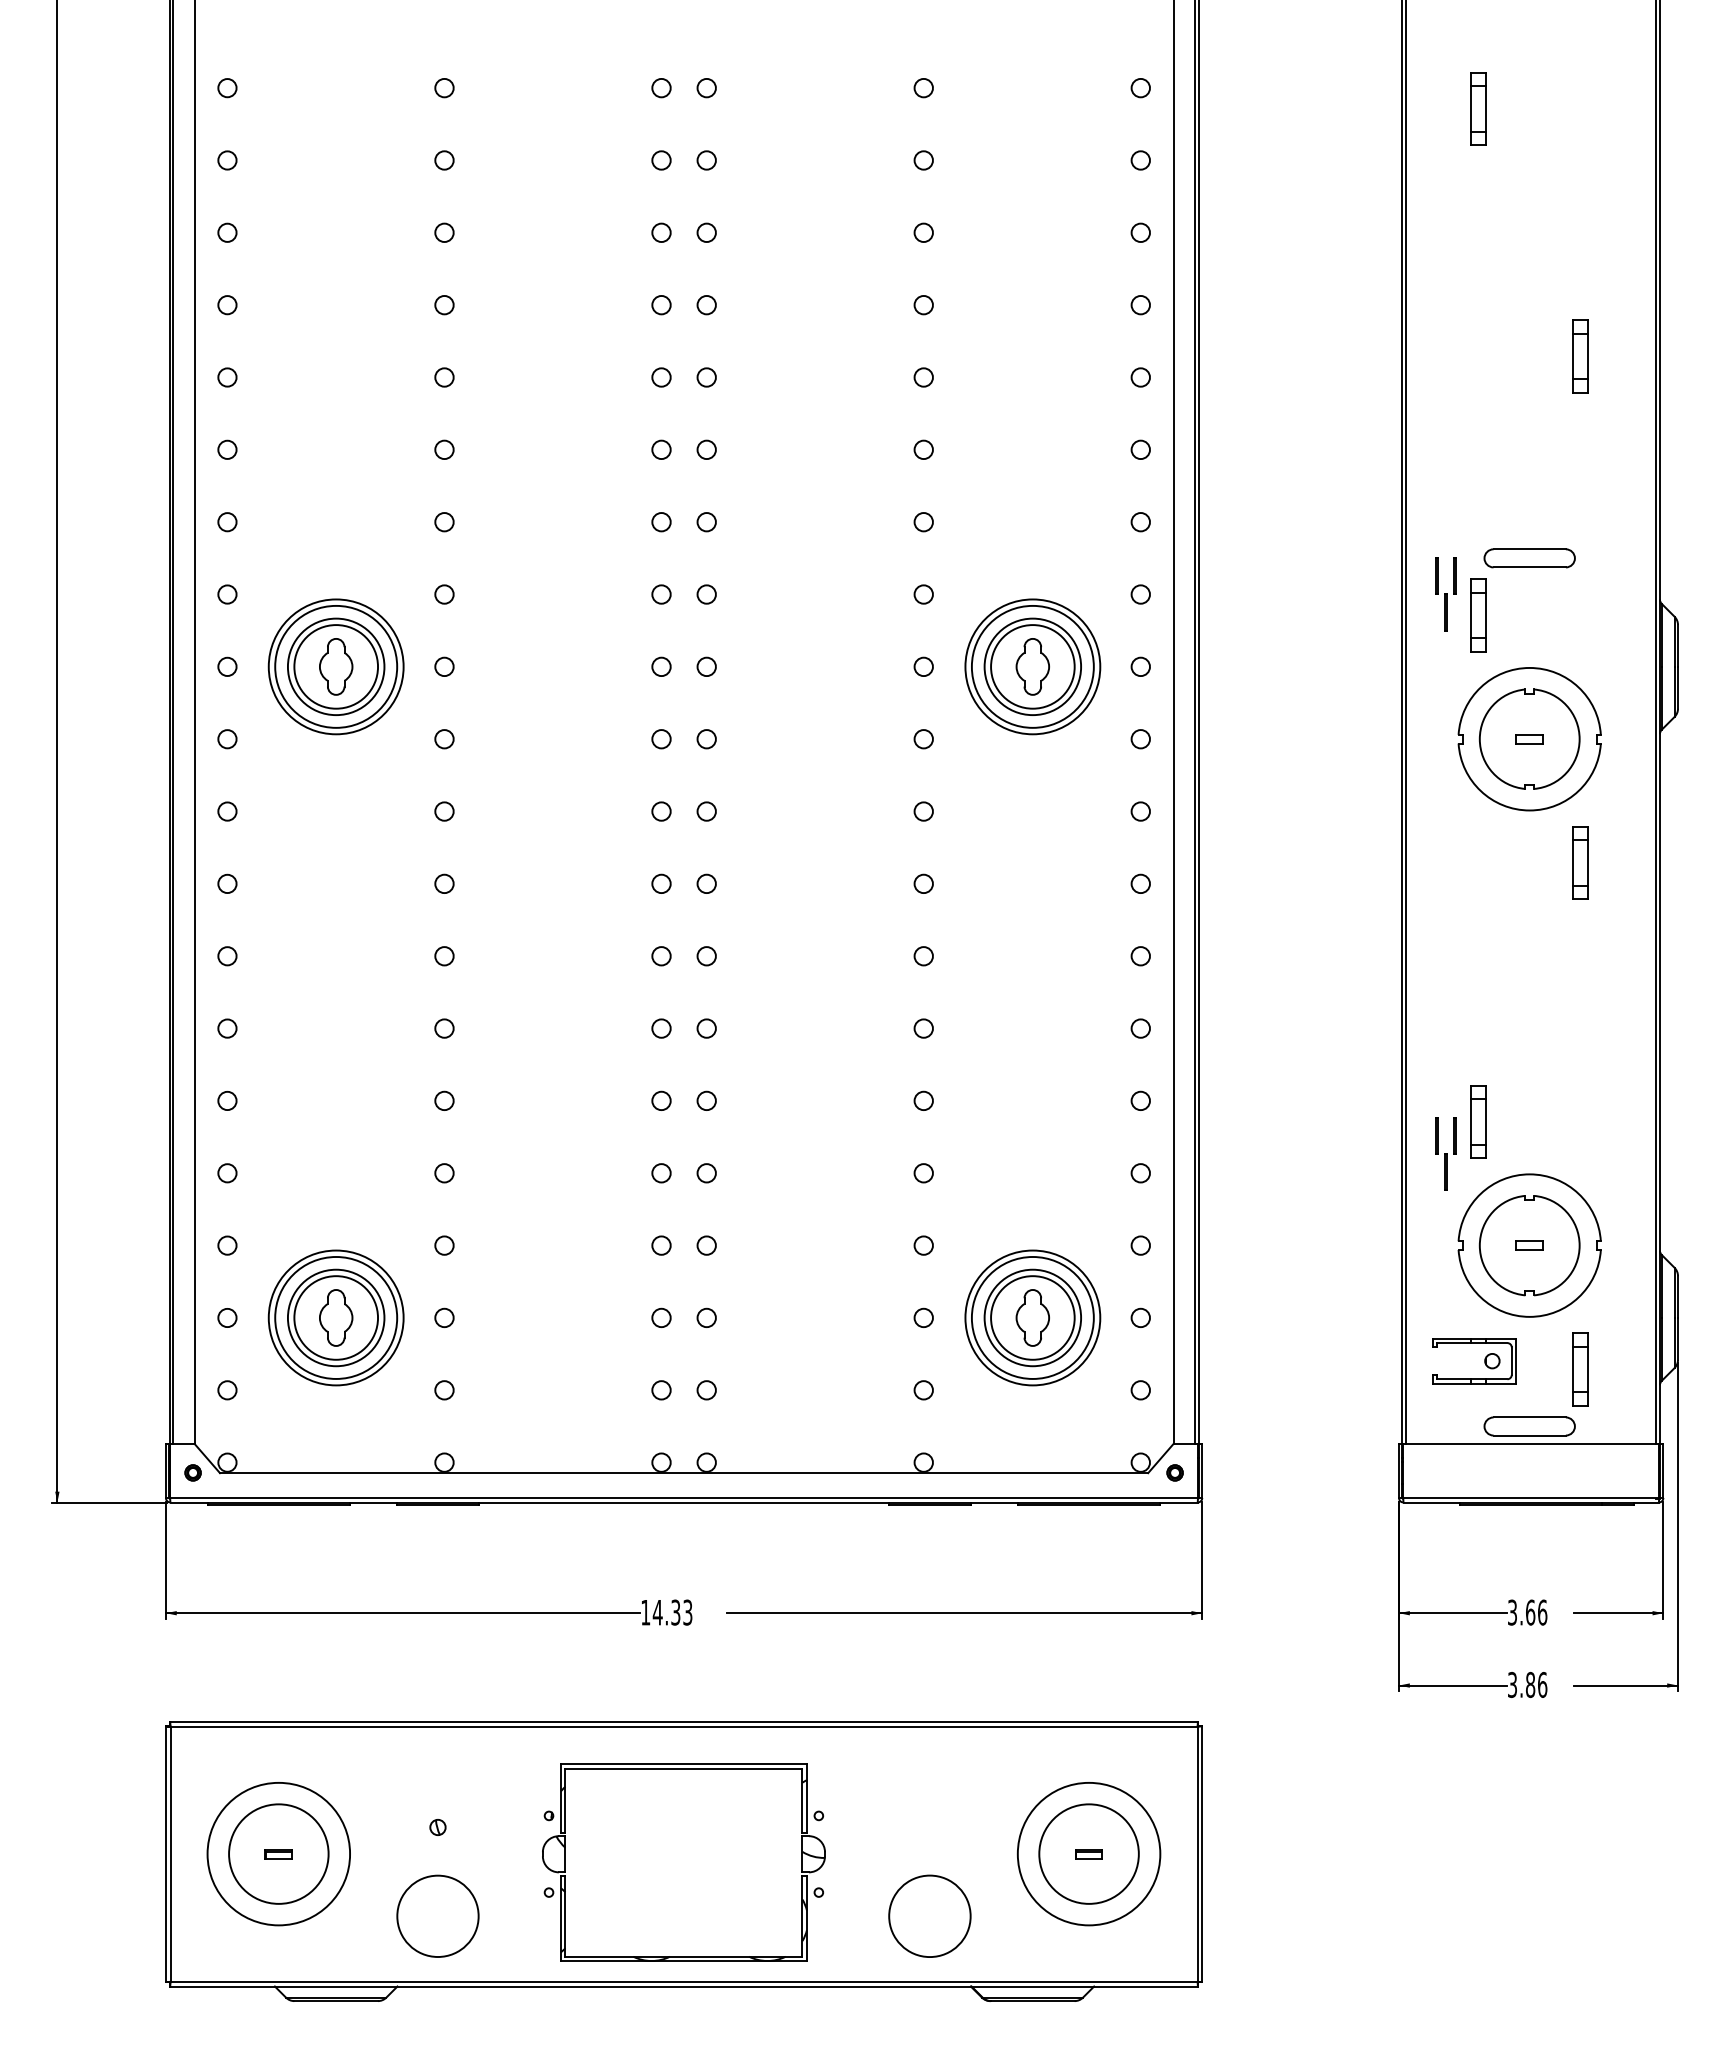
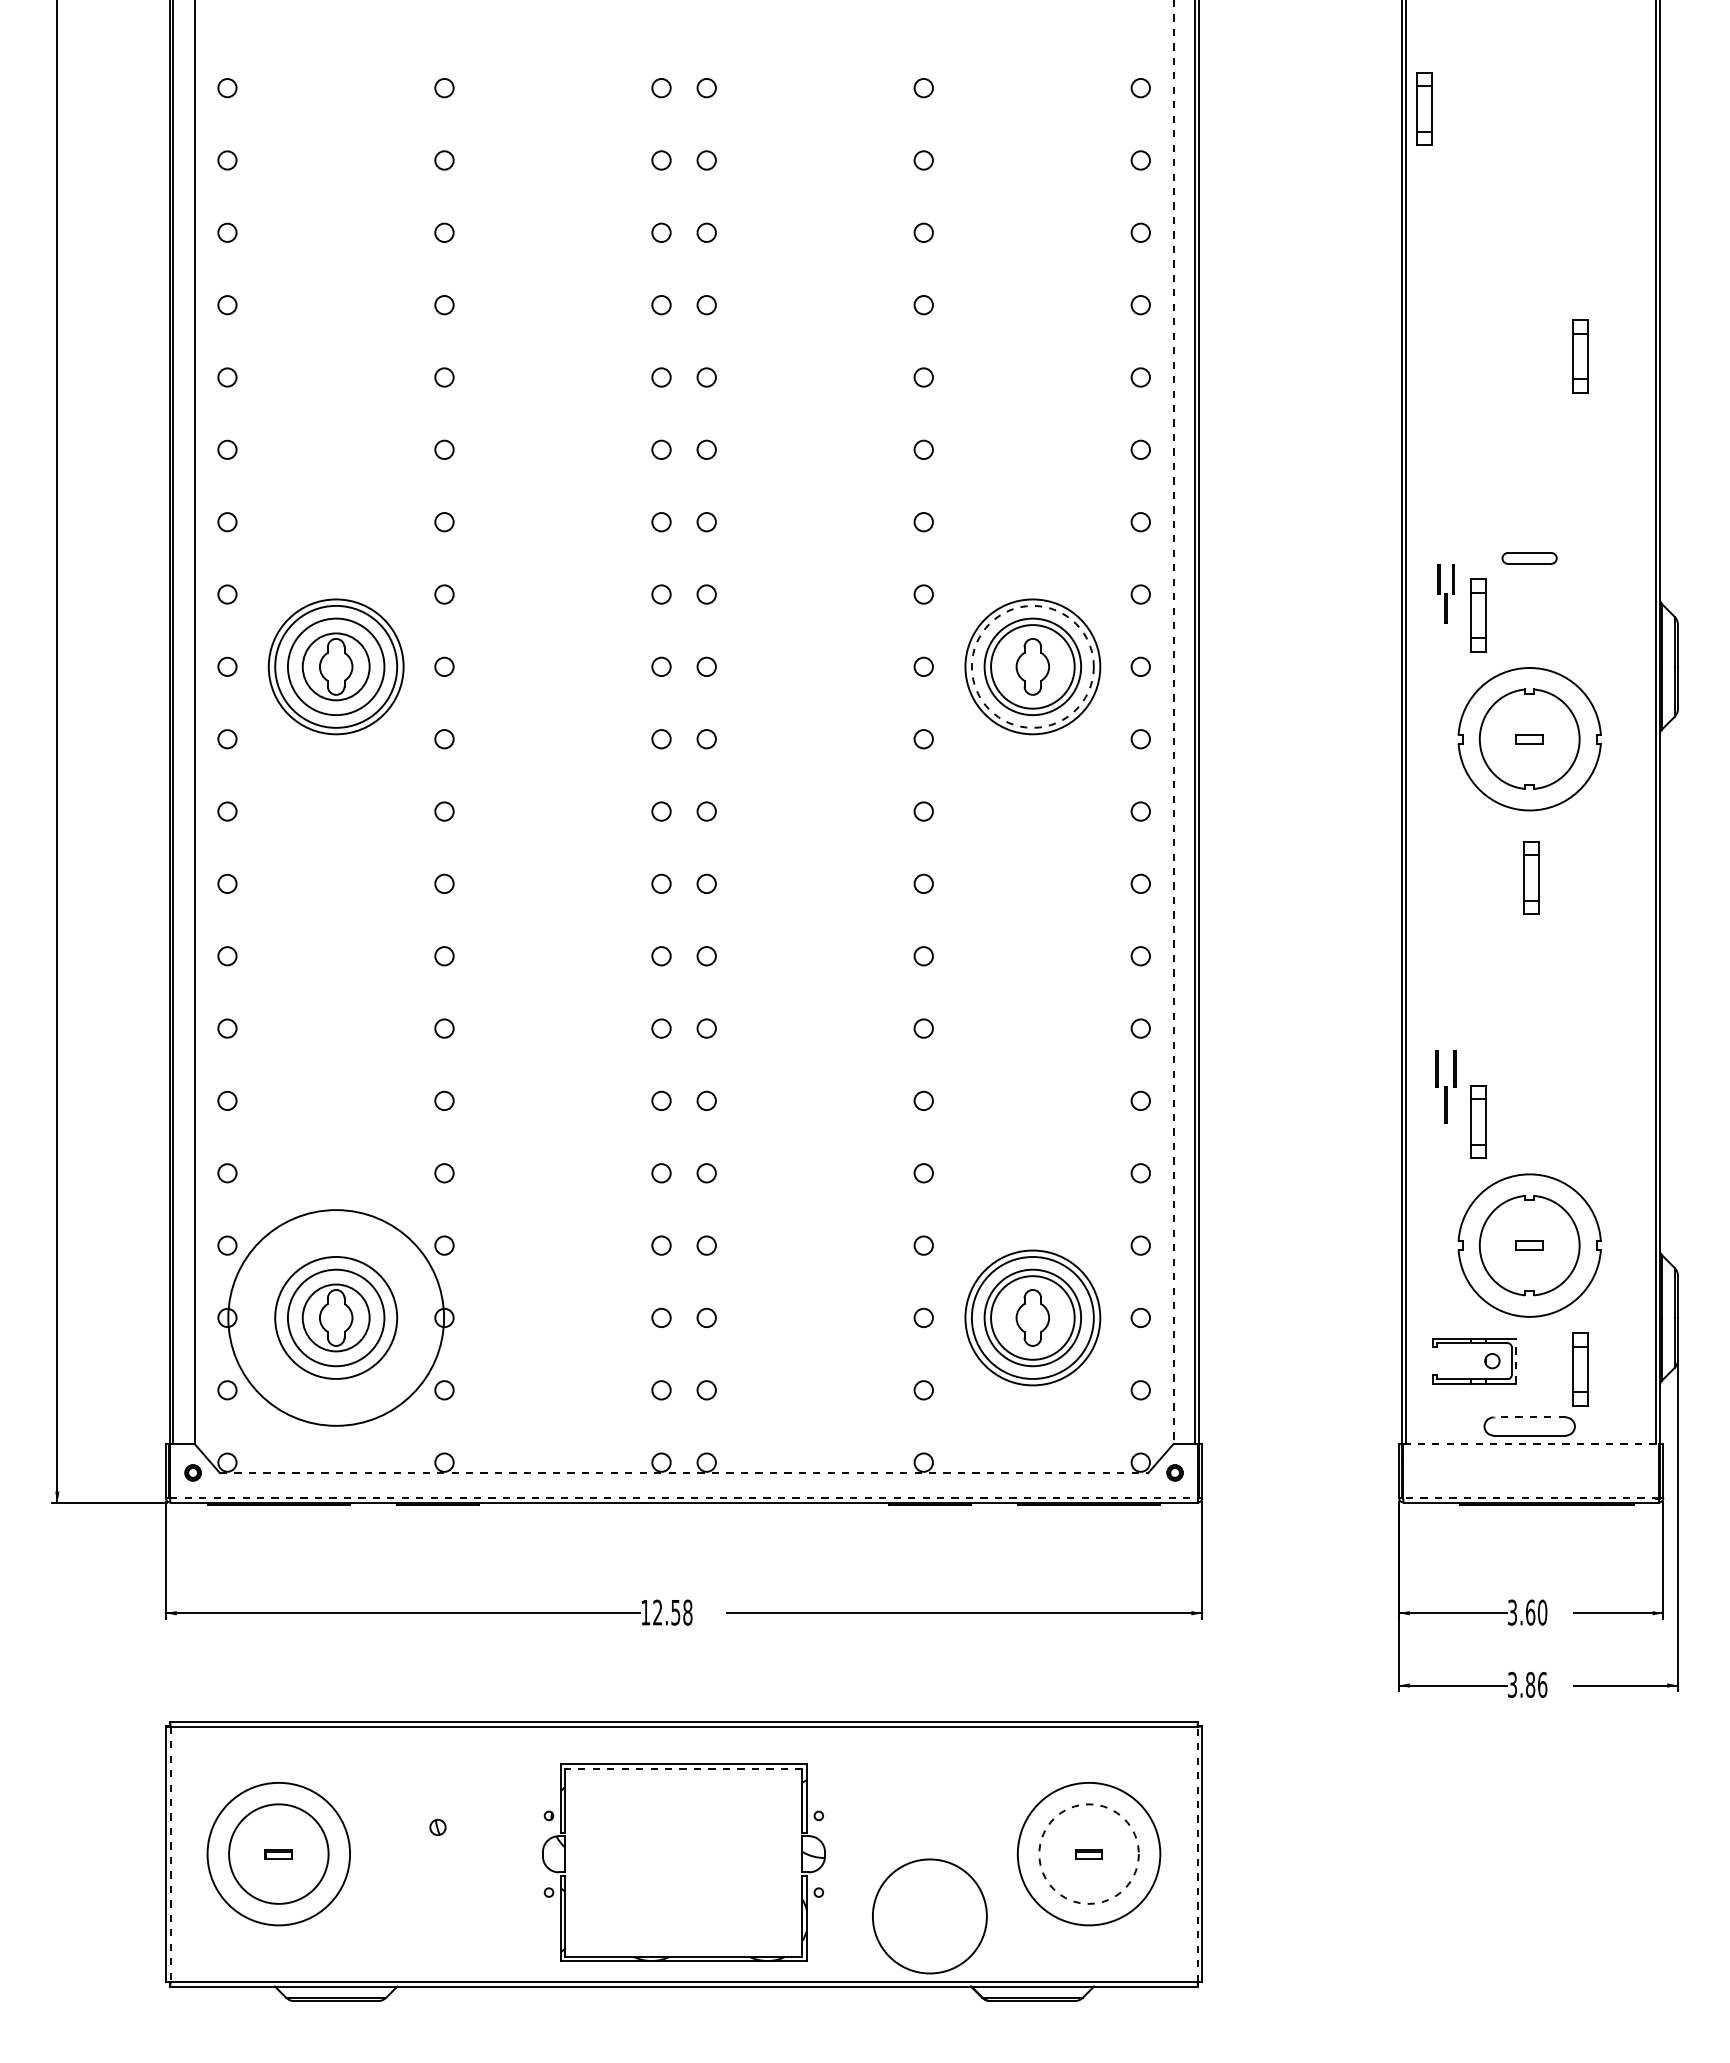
part at (1478, 108) position: (1478, 108) -> (1424, 108)
part at (1529, 558) size: 93x21 px -> 57x13 px
part at (1445, 594) size: 22x75 px -> 18x60 px
circle at (336, 666) diameter: 84 px -> 67 px
circle at (1032, 666): solid -> dashed
line at (1173, 722): solid -> dashed
part at (1580, 862) position: (1580, 862) -> (1531, 877)
part at (1445, 1153) position: (1445, 1153) -> (1445, 1086)
circle at (335, 1317) diameter: 135 px -> 216 px
circle at (336, 1317) diameter: 84 px -> 67 px
line at (1516, 1360): solid -> dashed
line at (1529, 1417): solid -> dashed
line at (1531, 1443): solid -> dashed
line at (684, 1473): solid -> dashed
line at (684, 1497): solid -> dashed
line at (1531, 1497): solid -> dashed
text at (672, 1612): 14.33 -> 12.58
text at (1542, 1612): 3.66 -> 3.60
line at (683, 1768): solid -> dashed
circle at (1088, 1853): solid -> dashed
line at (170, 1854): solid -> dashed
line at (1197, 1854): solid -> dashed
circle at (437, 1915): present -> none
circle at (929, 1915) size: 84x84 px -> 116x117 px
